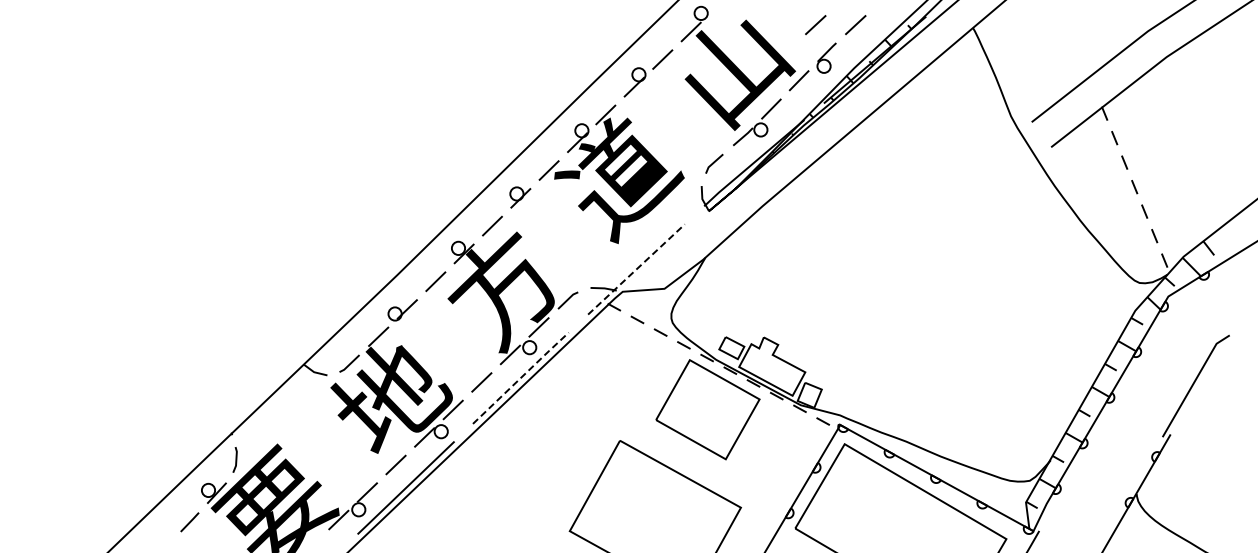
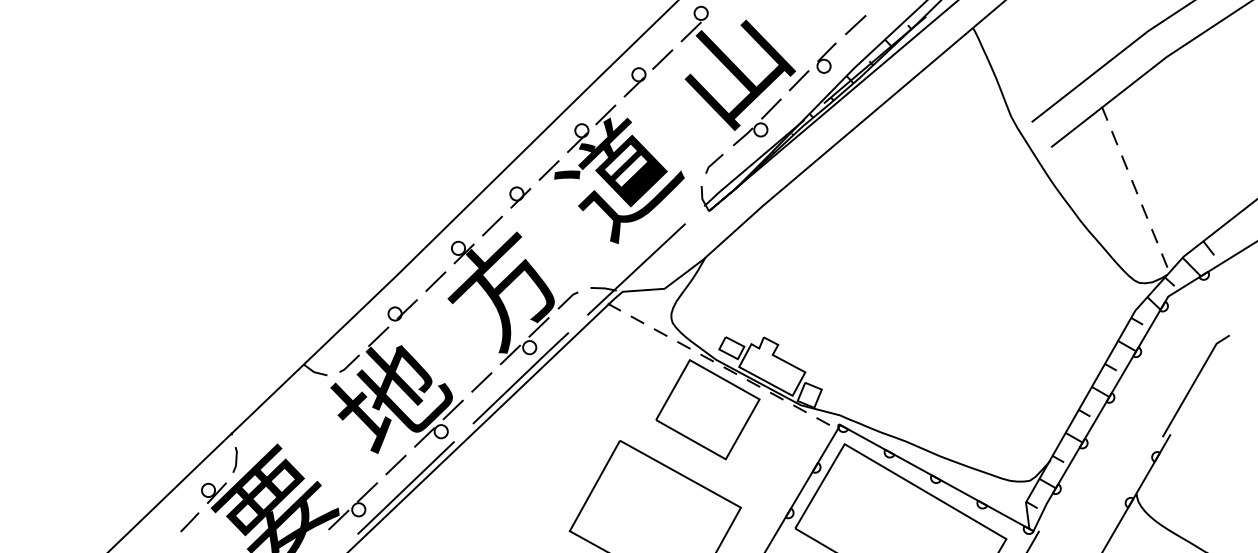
line at (815, 24): present -> none
line at (636, 269): dashed -> solid
line at (521, 377): dashed -> solid
